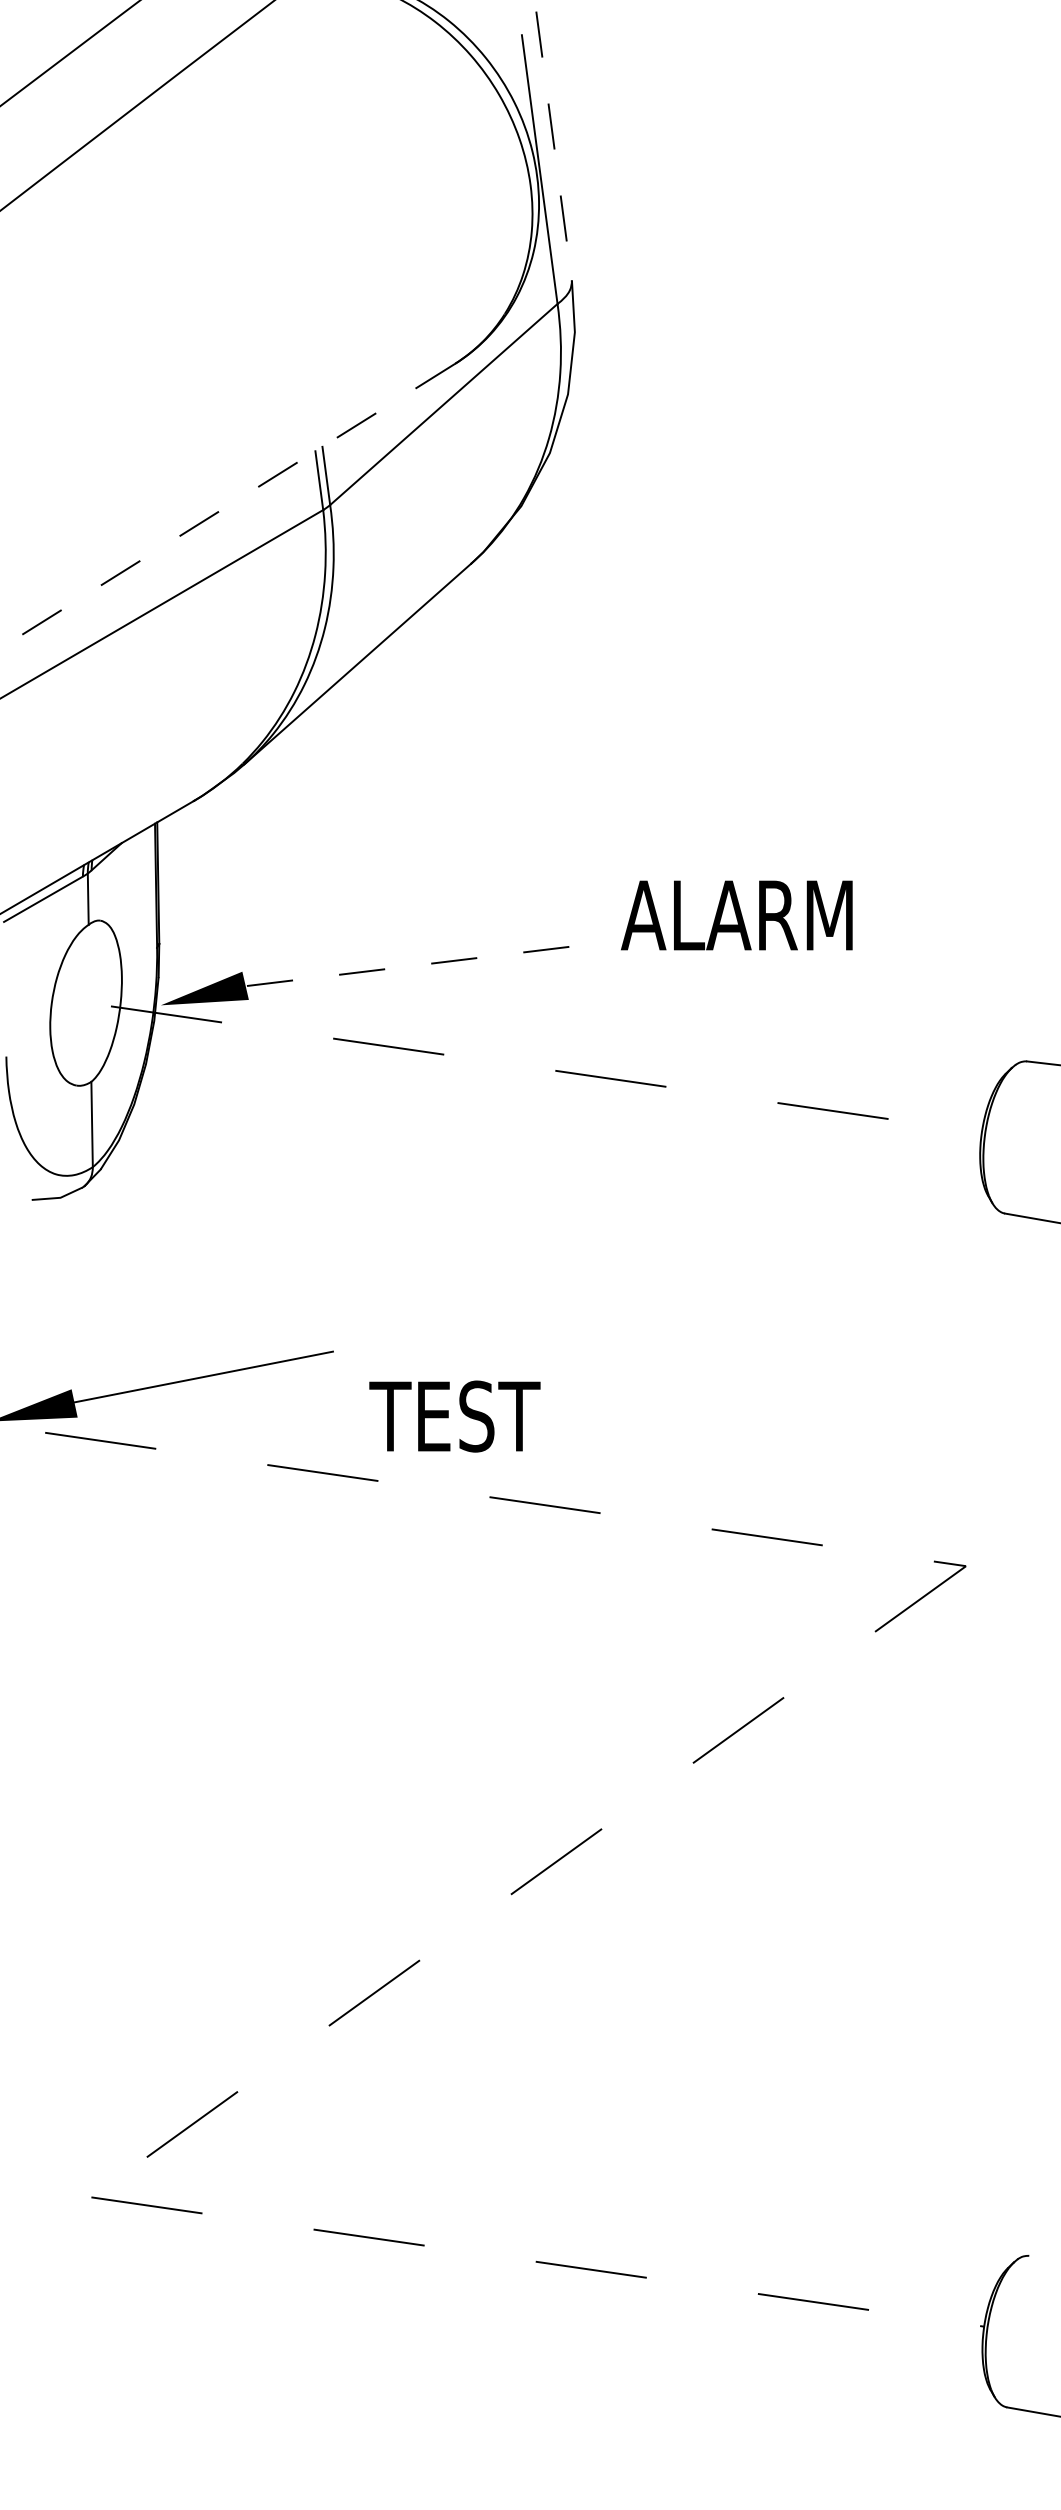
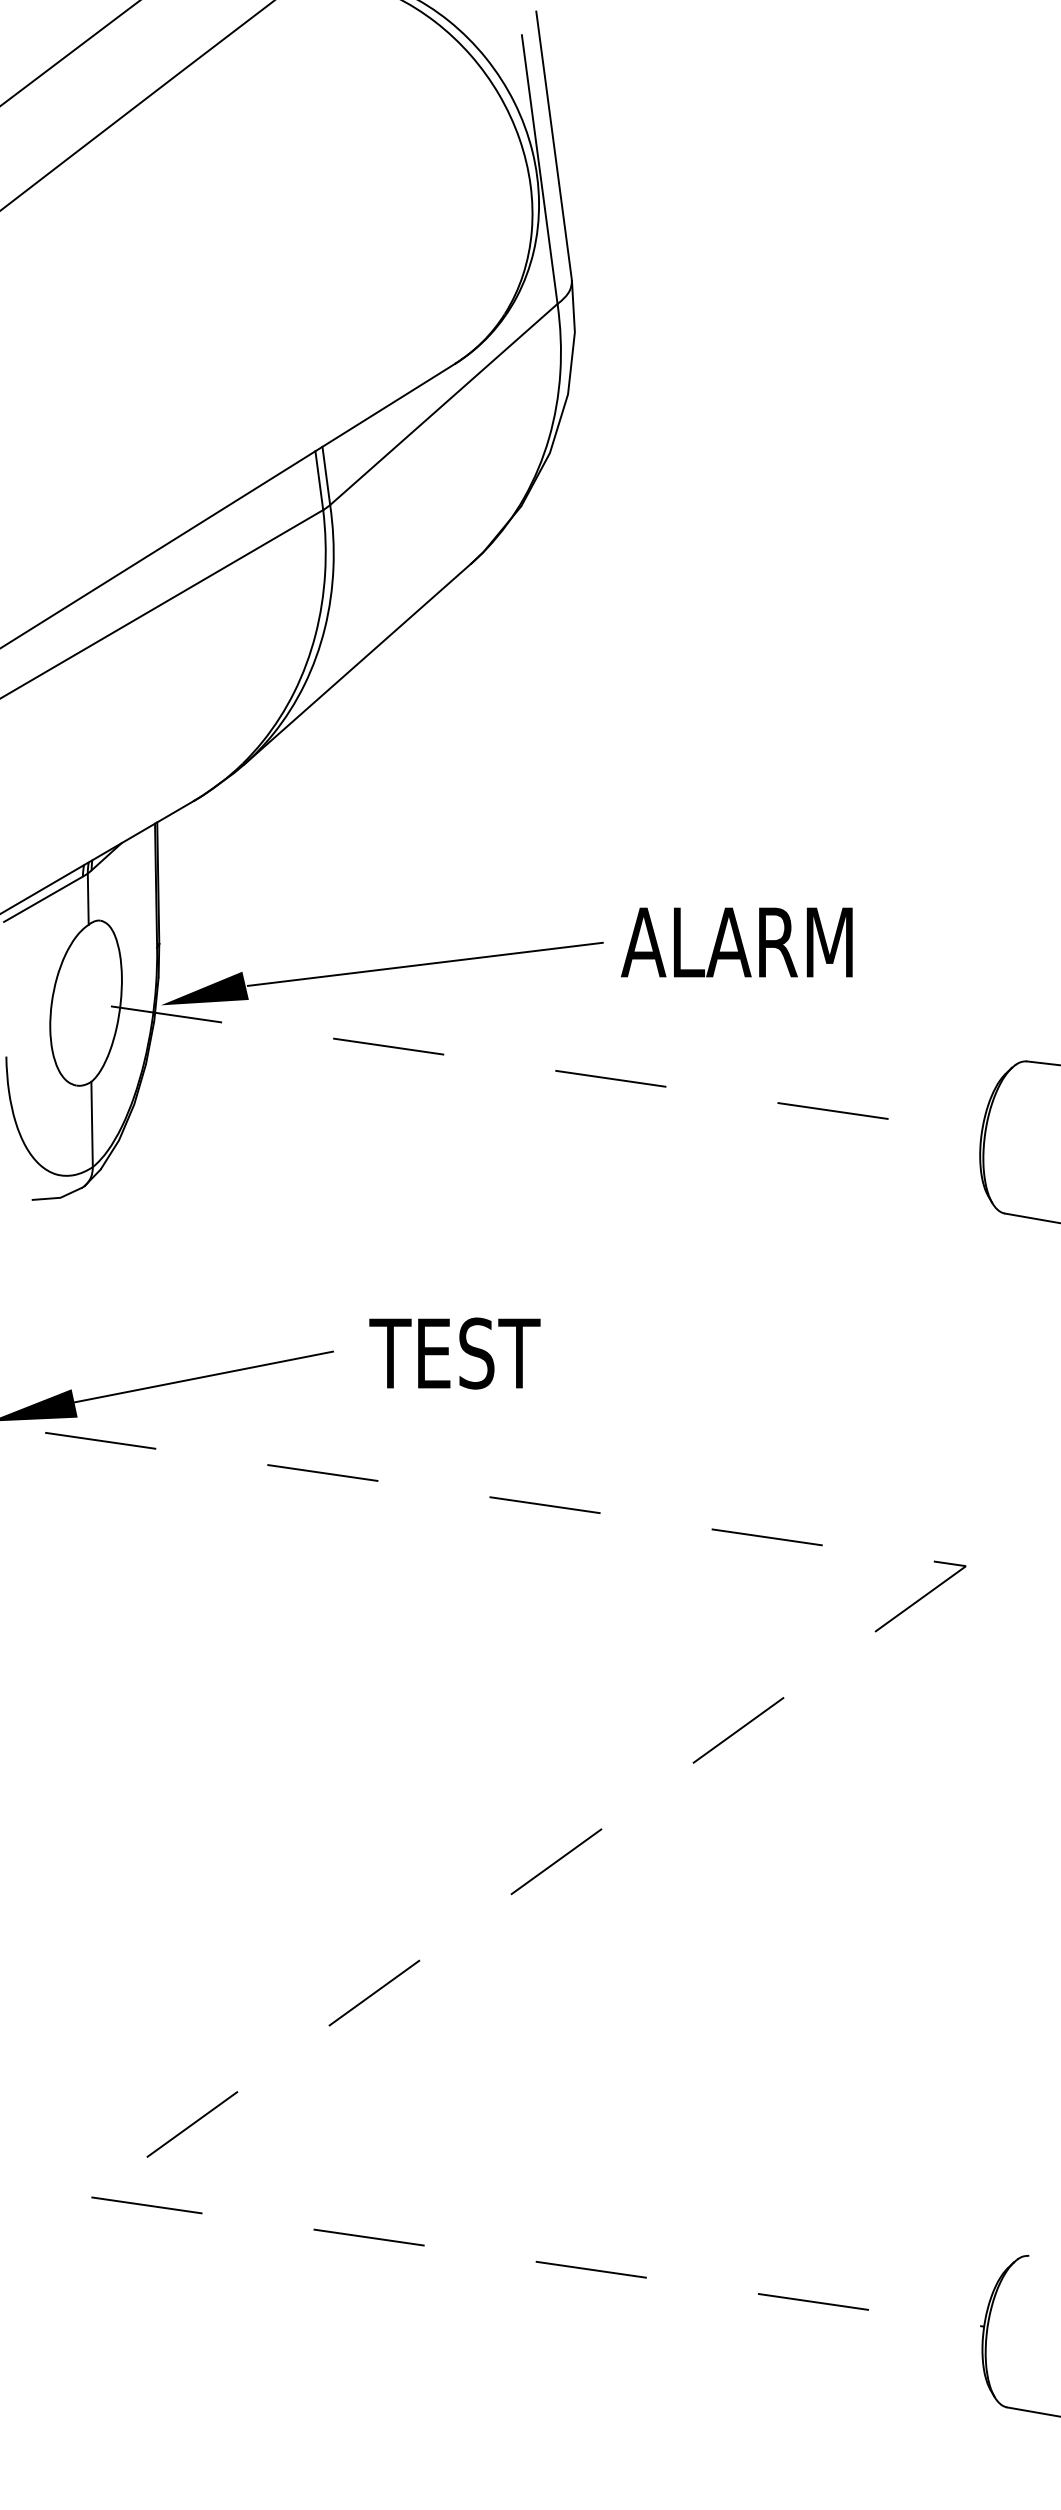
line at (554, 145): dashed -> solid
line at (227, 506): dashed -> solid
text at (736, 915) position: (736, 915) -> (736, 942)
line at (425, 964): dashed -> solid
text at (454, 1416) position: (454, 1416) -> (454, 1353)
